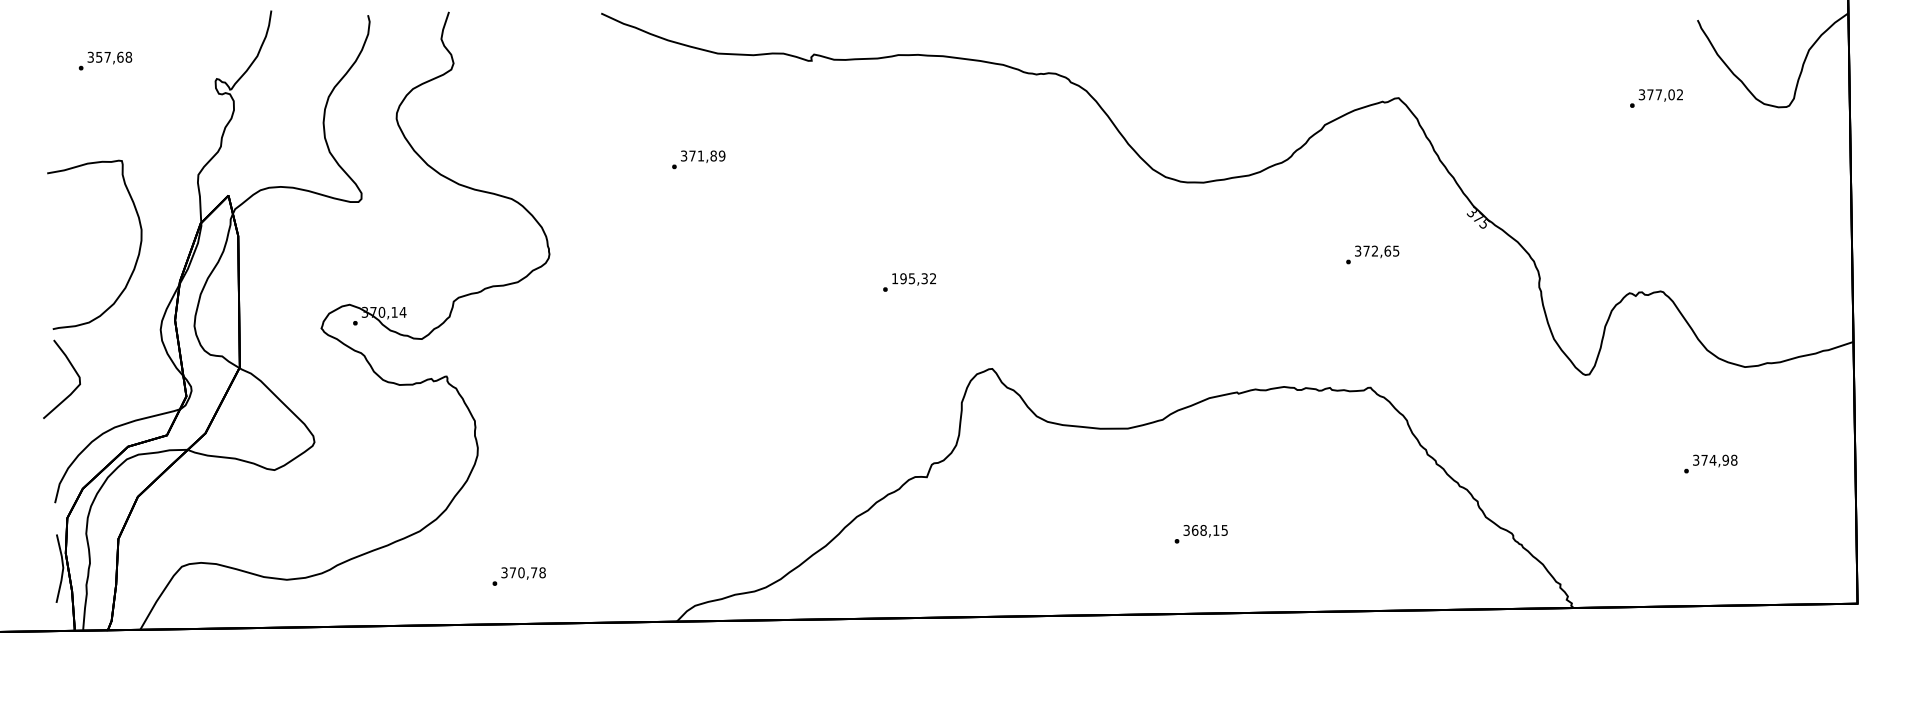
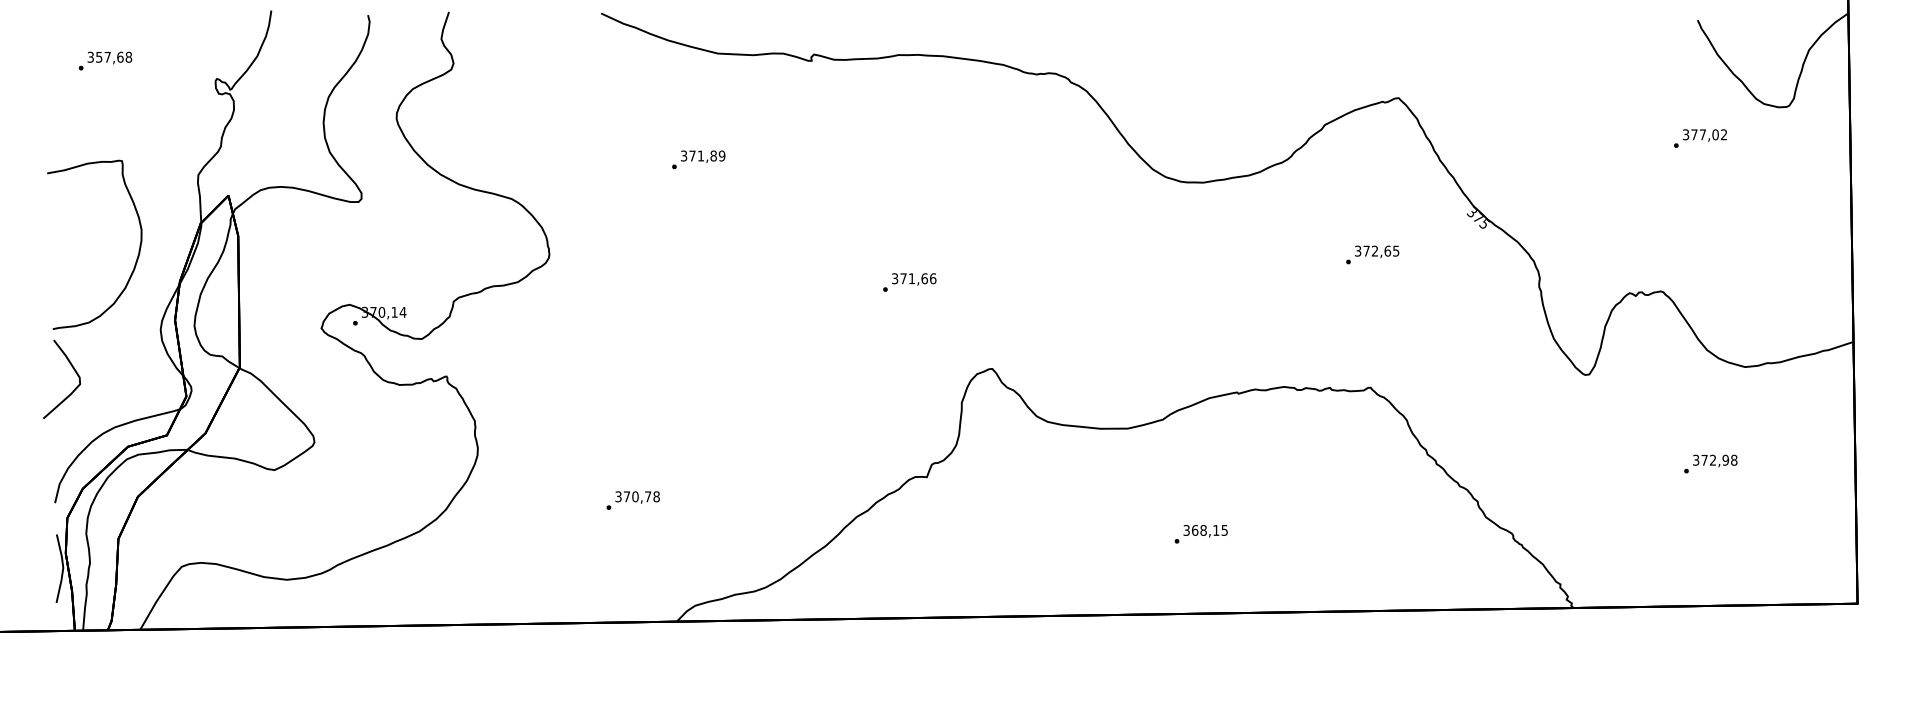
text at (1656, 98) position: (1656, 98) -> (1700, 138)
text at (914, 278): 195,32 -> 371,66
text at (1712, 459): 374,98 -> 372,98
text at (518, 576) position: (518, 576) -> (632, 500)
